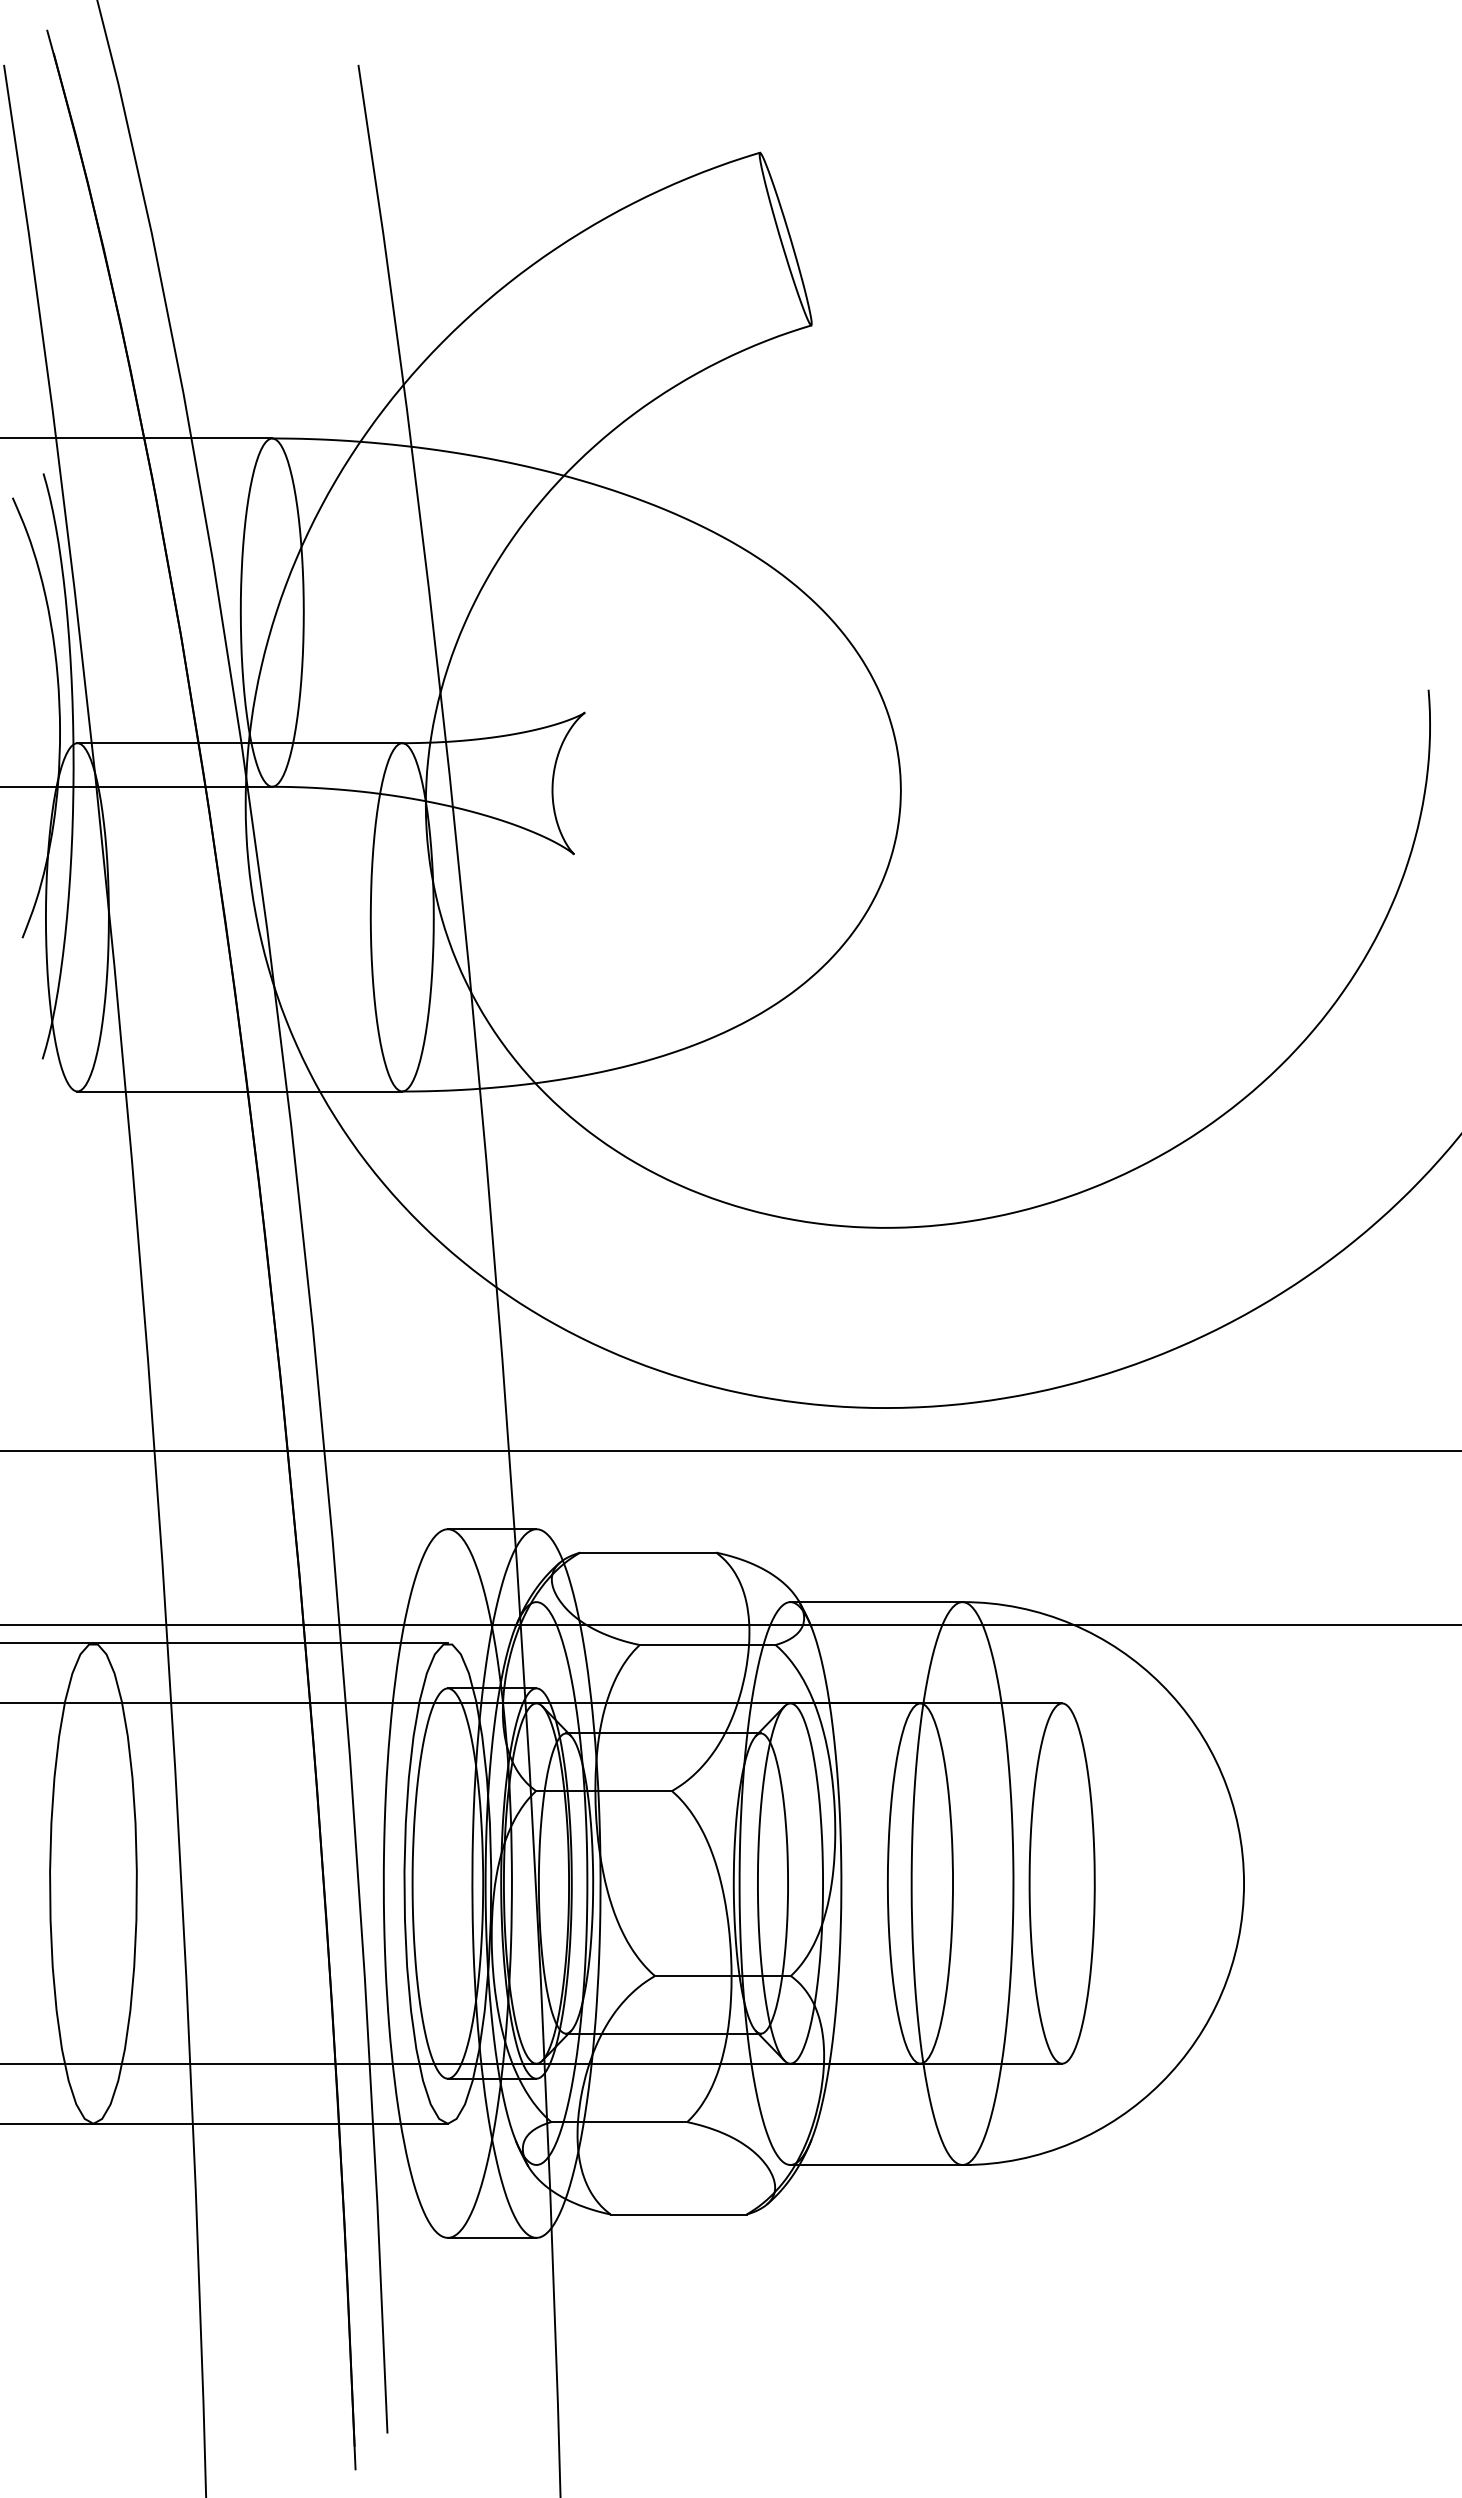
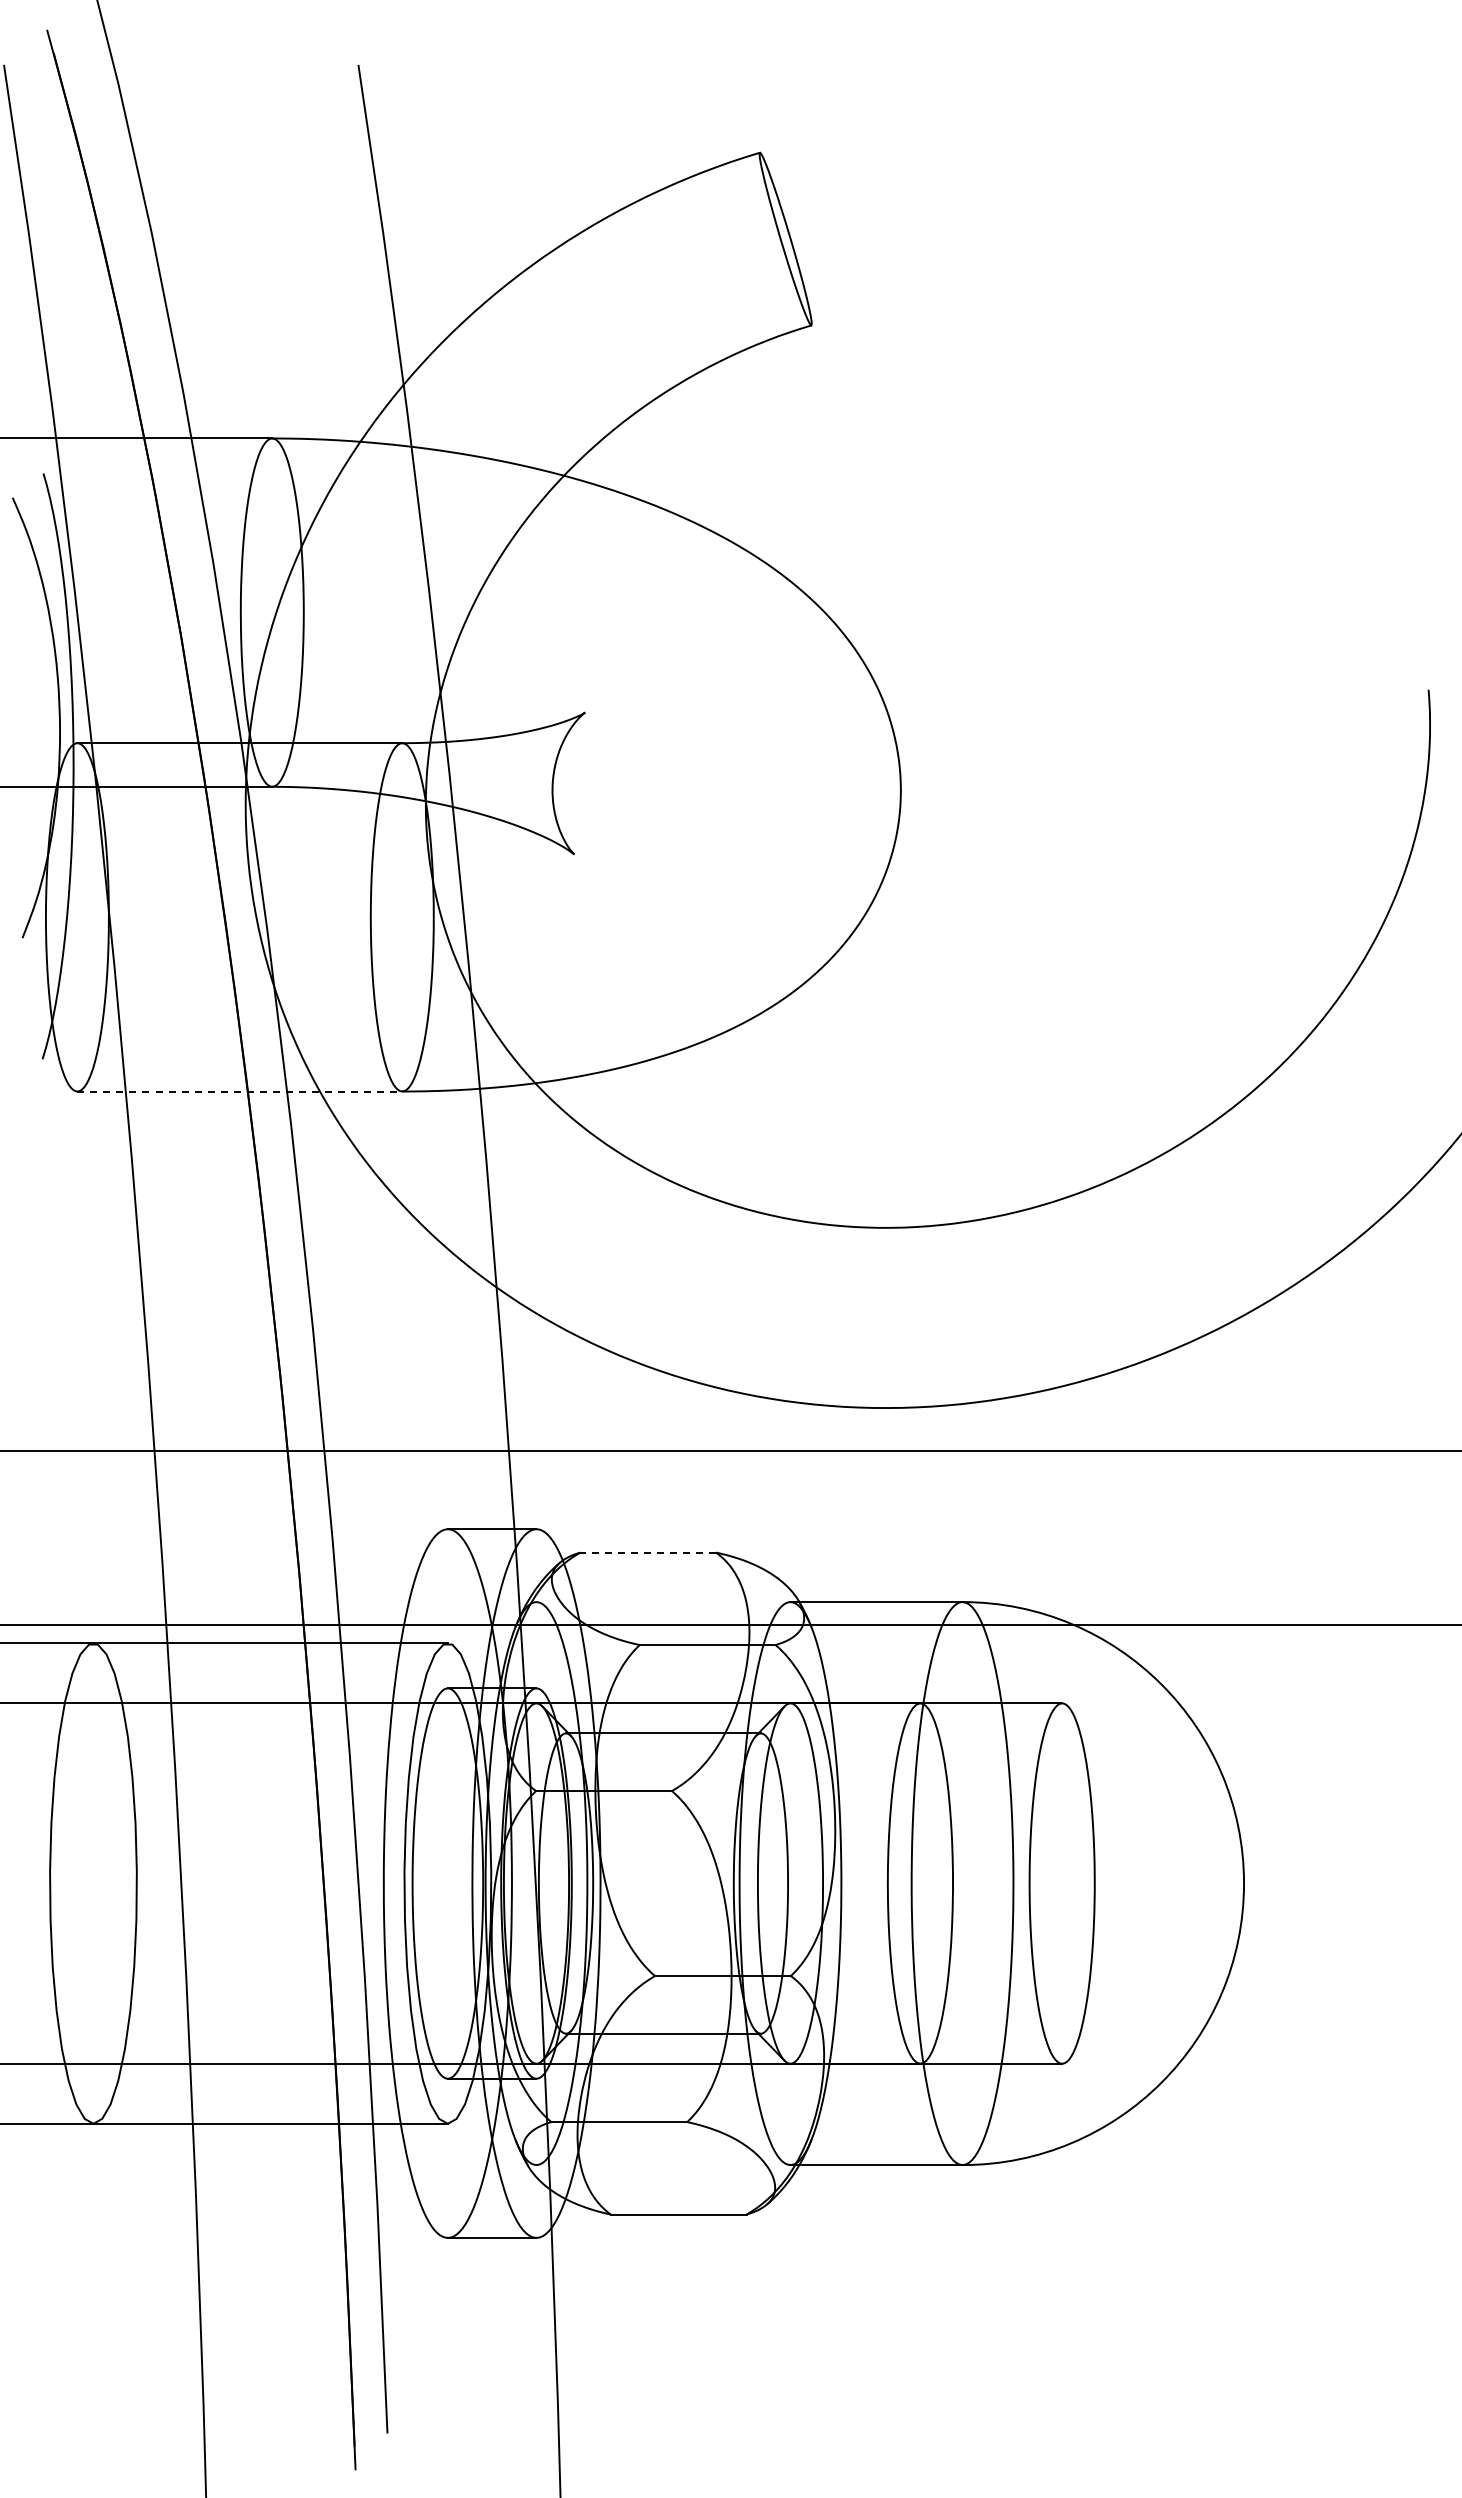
line at (240, 1091): solid -> dashed
line at (648, 1552): solid -> dashed
